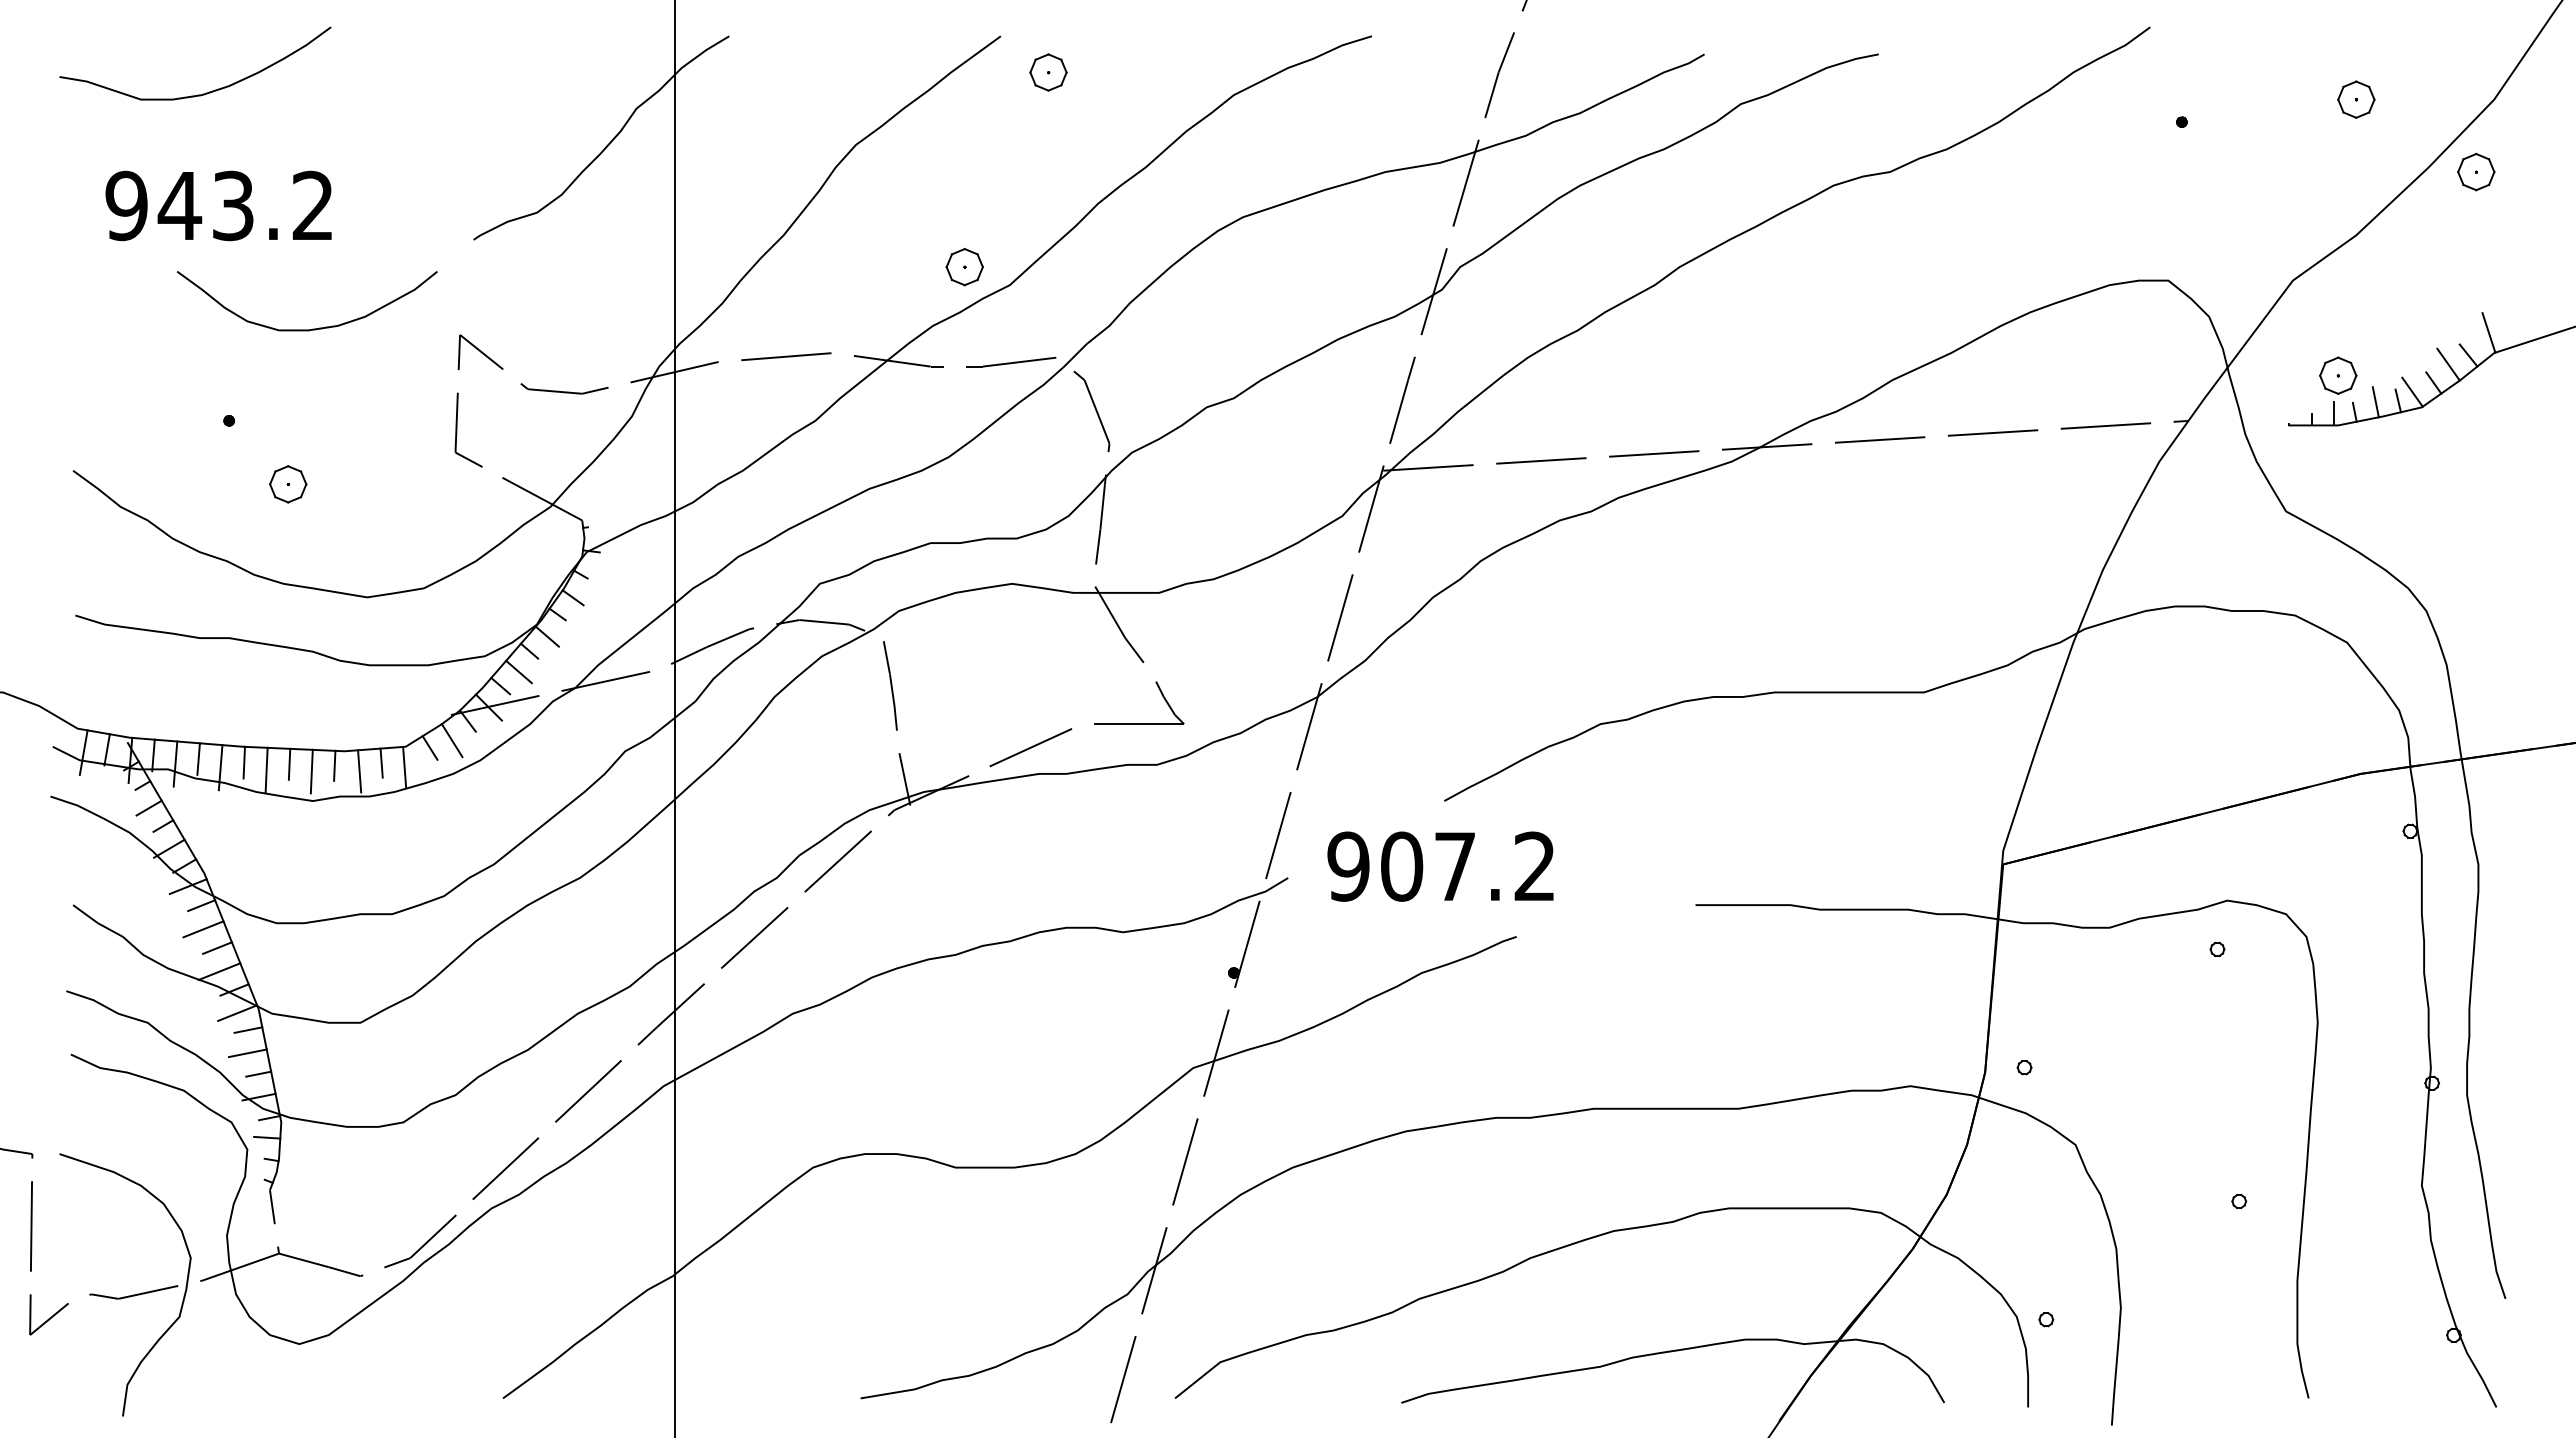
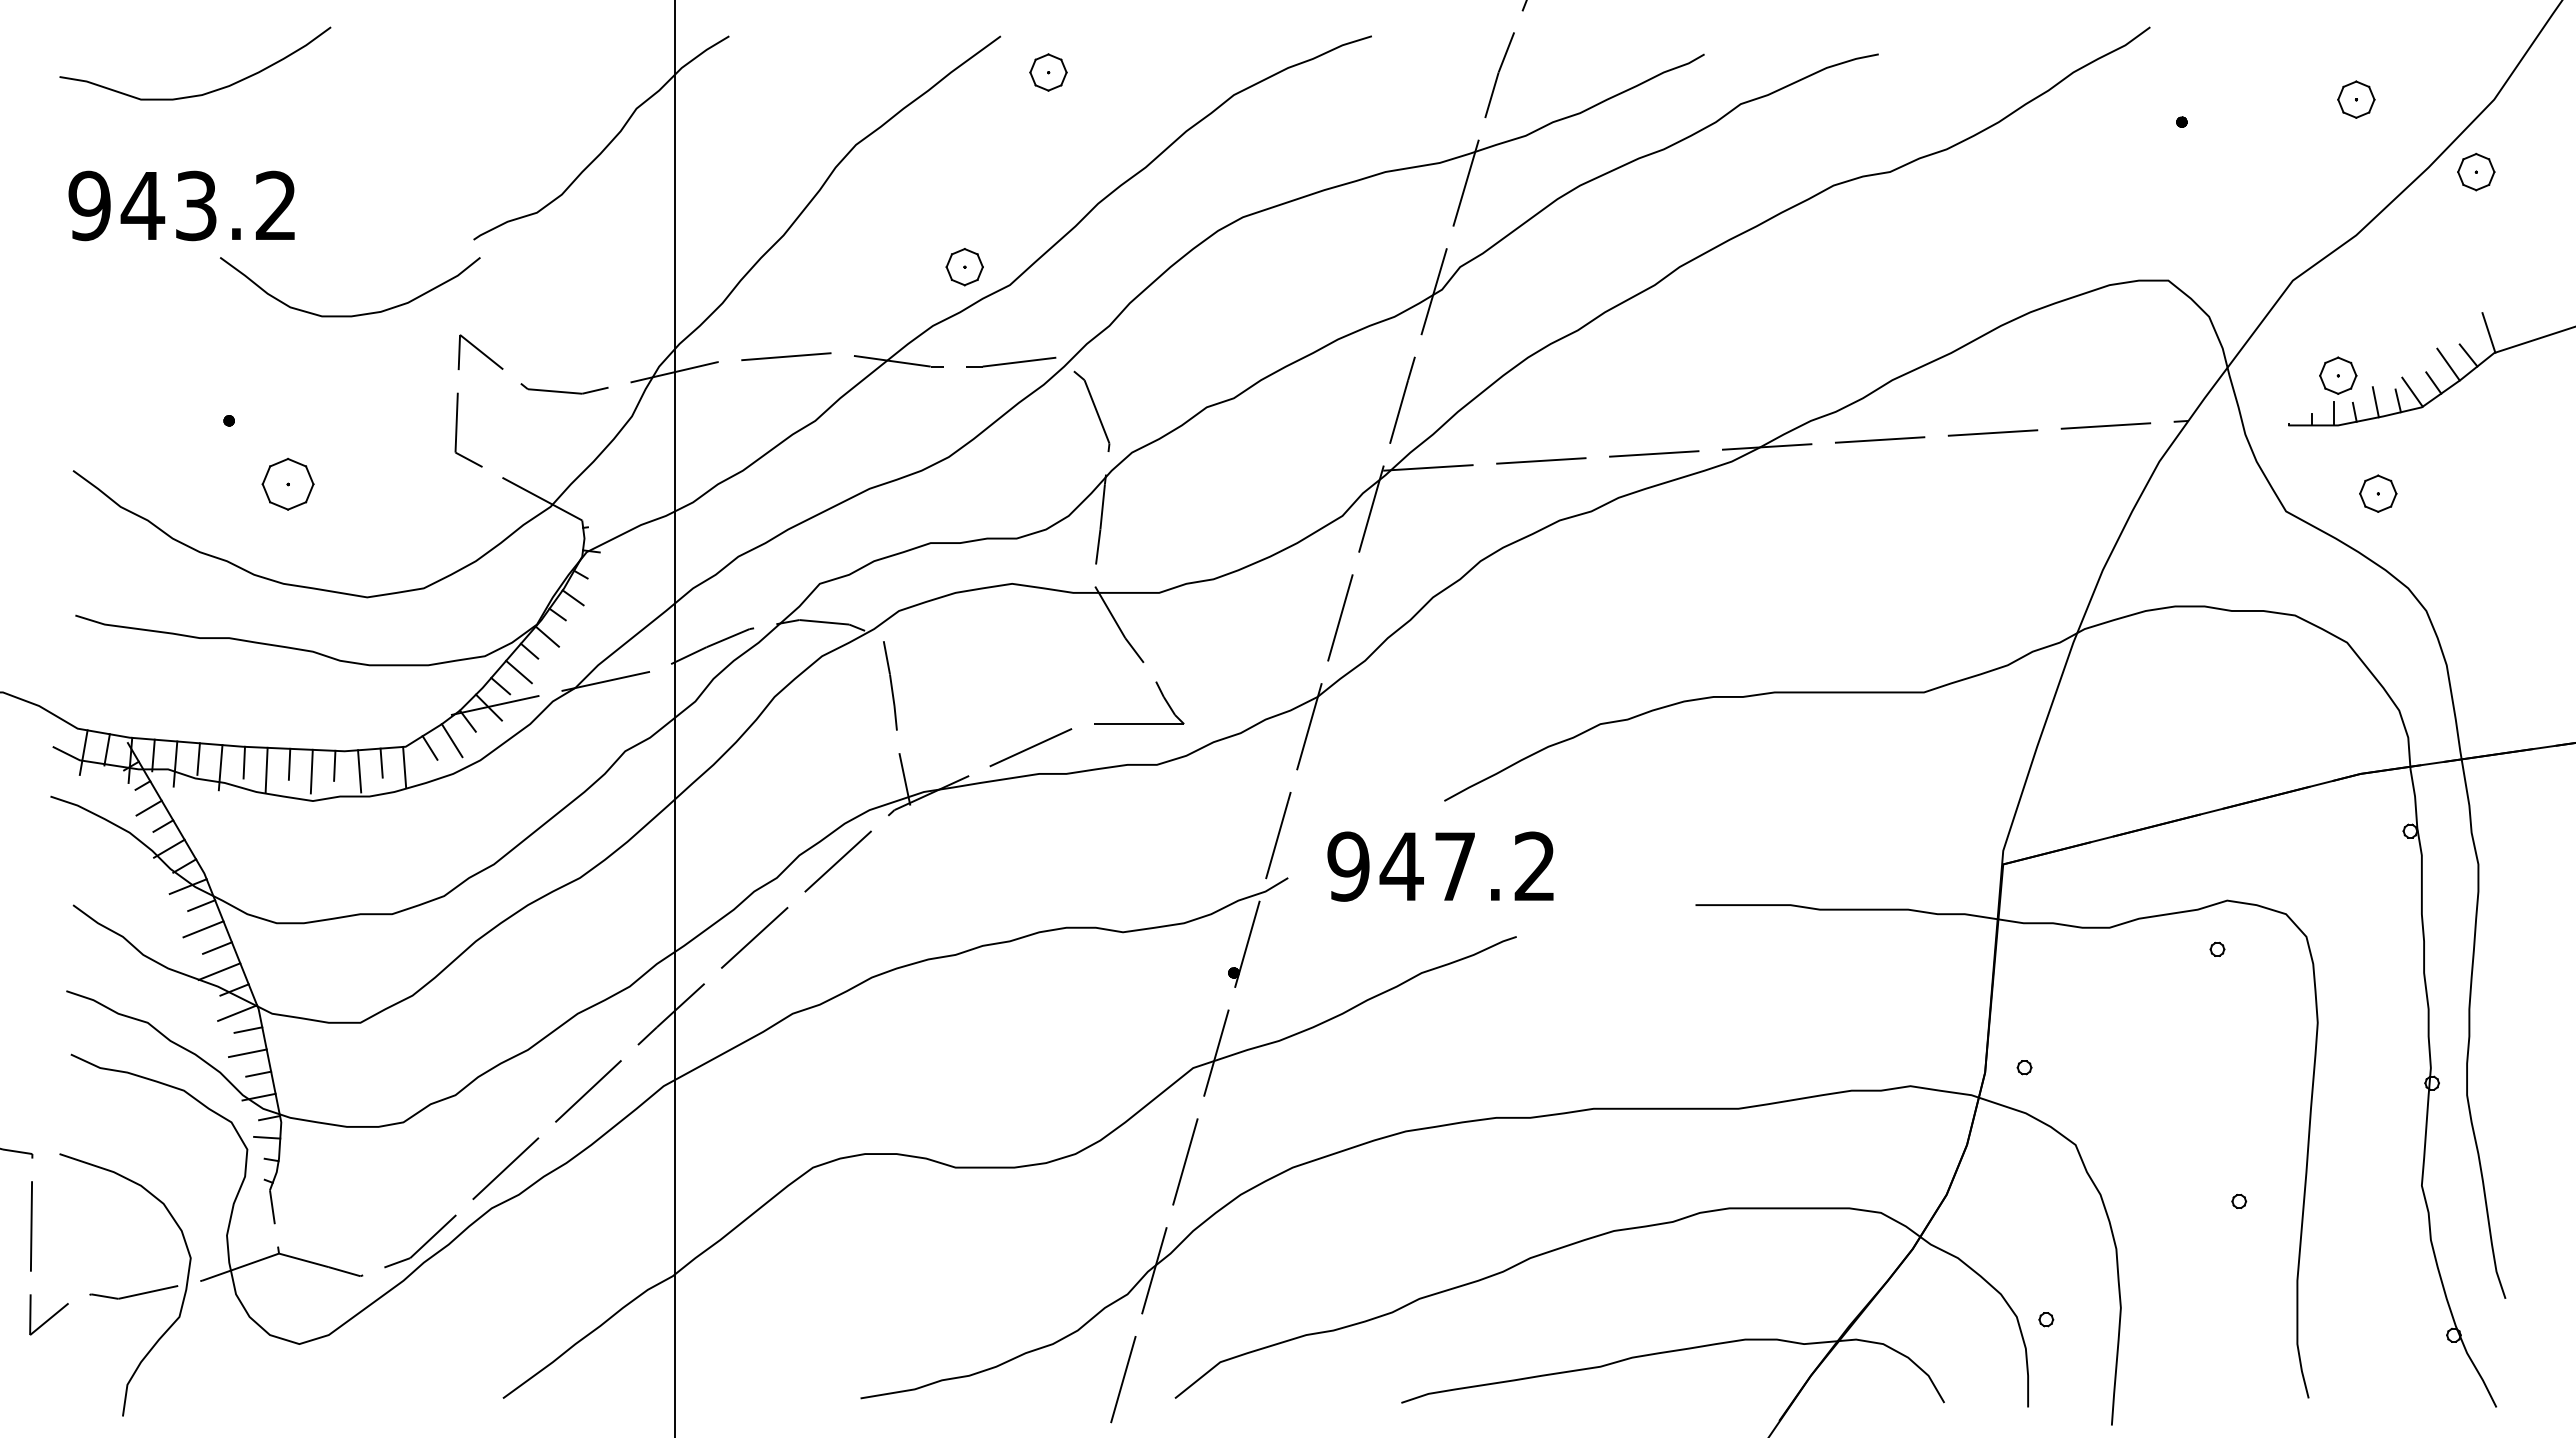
text at (218, 205) position: (218, 205) -> (181, 205)
curve at (312, 328) position: (312, 328) -> (355, 314)
part at (288, 484) size: 39x39 px -> 54x54 px
part at (2378, 493): none -> present
text at (1401, 866): 907.2 -> 947.2
